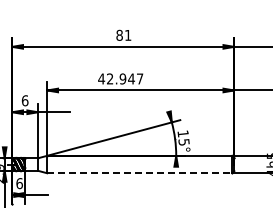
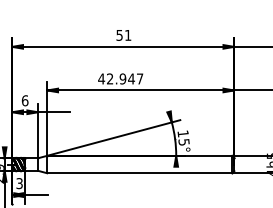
text at (119, 34): 81 -> 51
line at (140, 173): dashed -> solid
text at (19, 183): 6 -> 3
